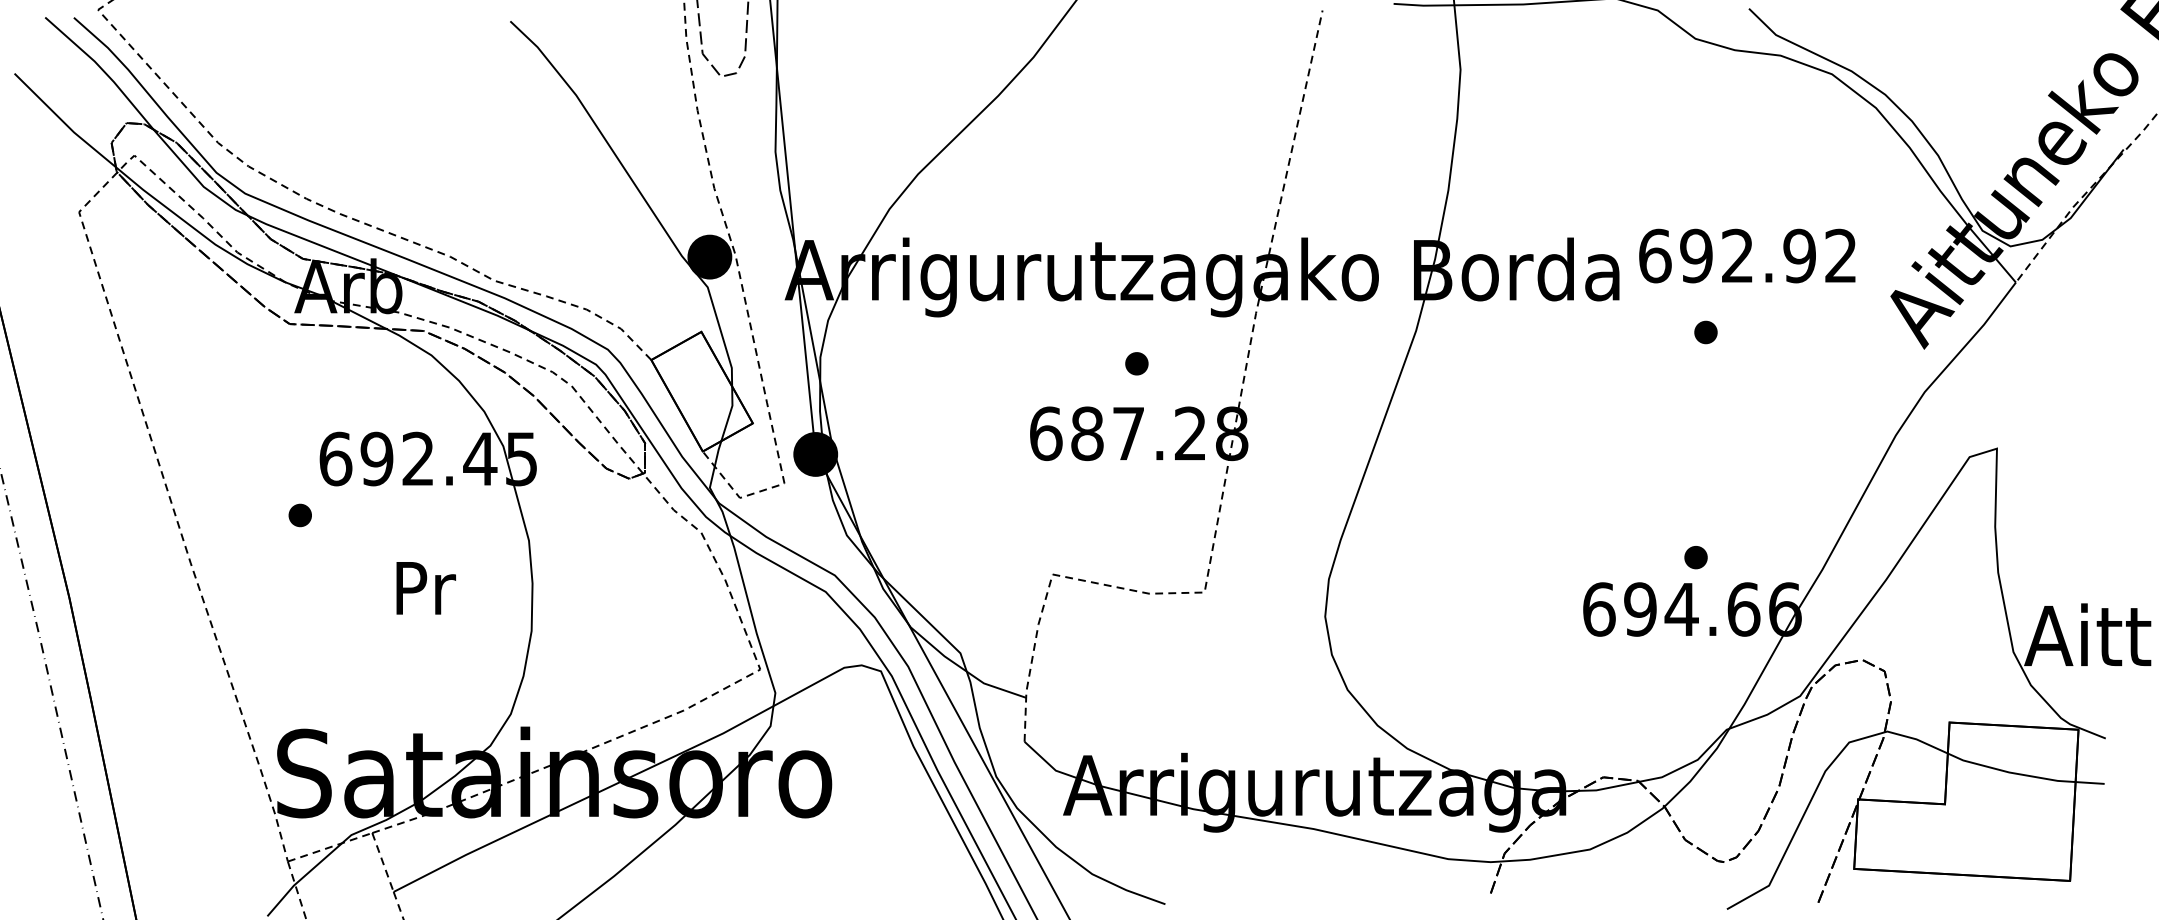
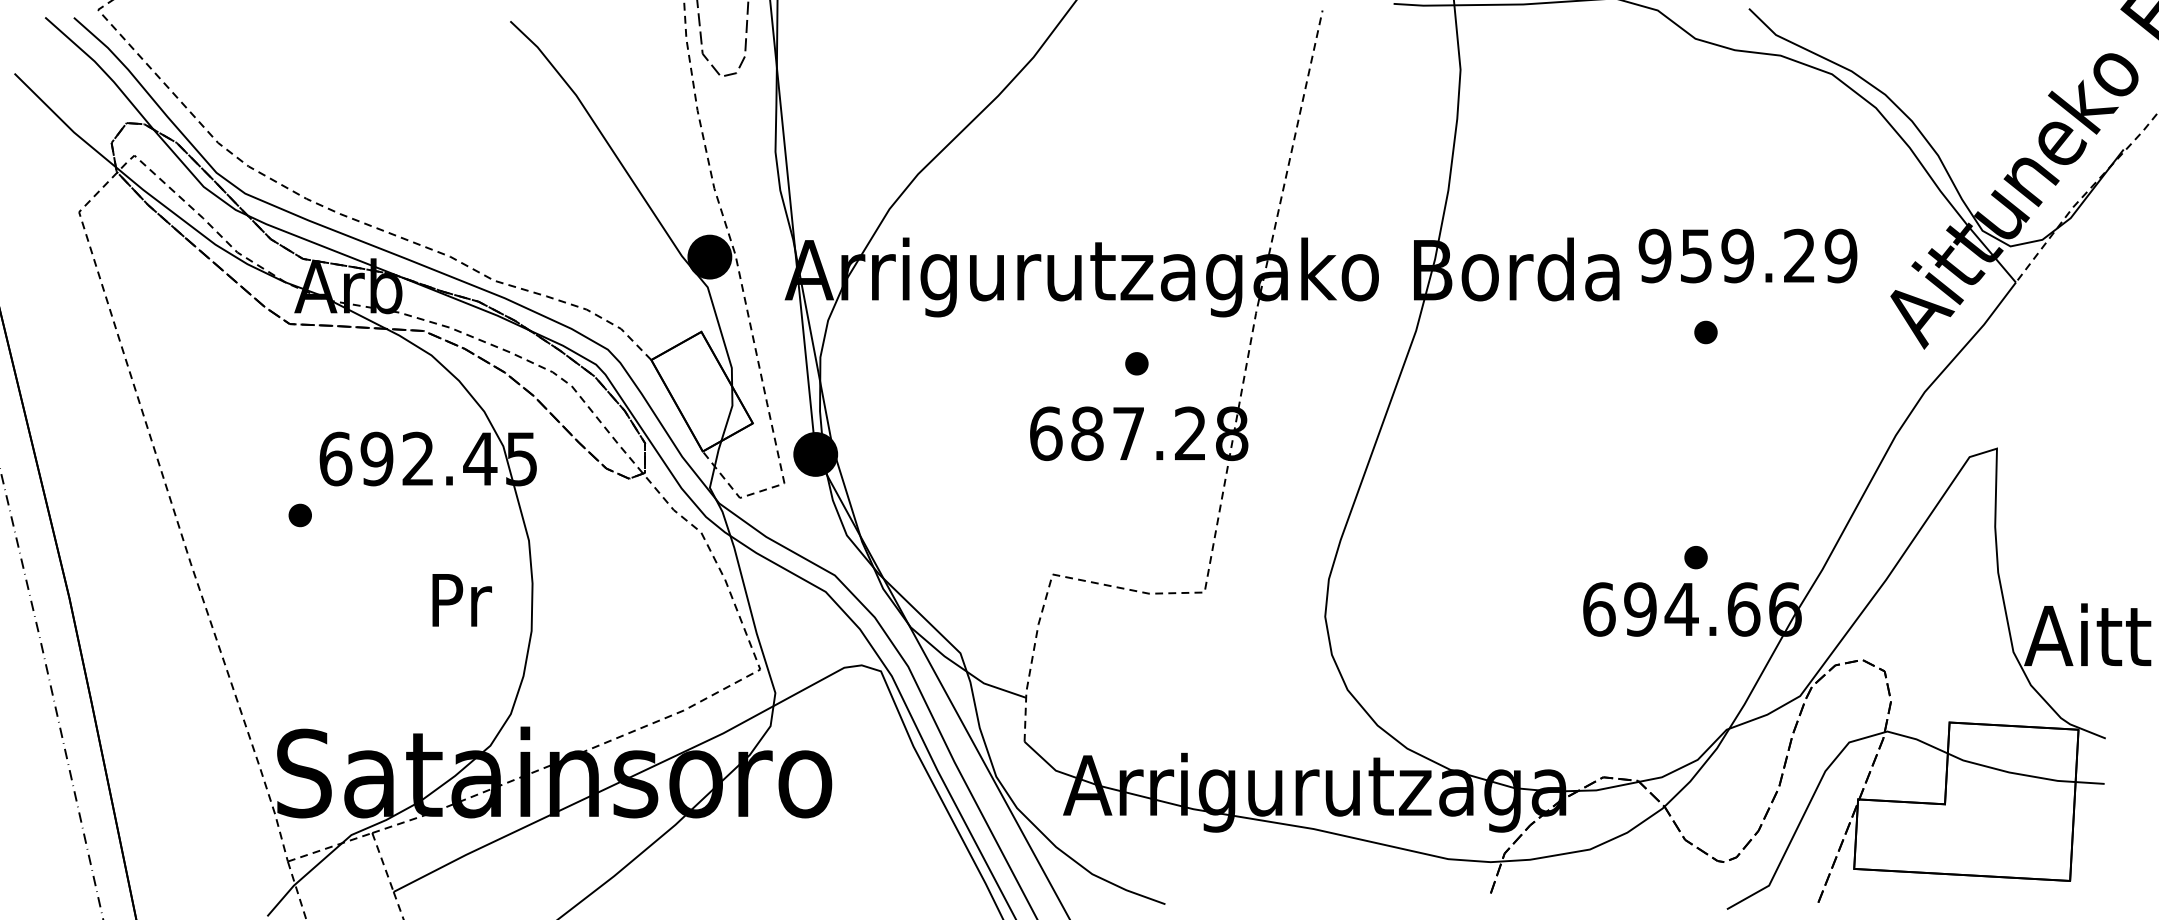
text at (1747, 255): 692.92 -> 959.29
text at (425, 588) position: (425, 588) -> (461, 600)
